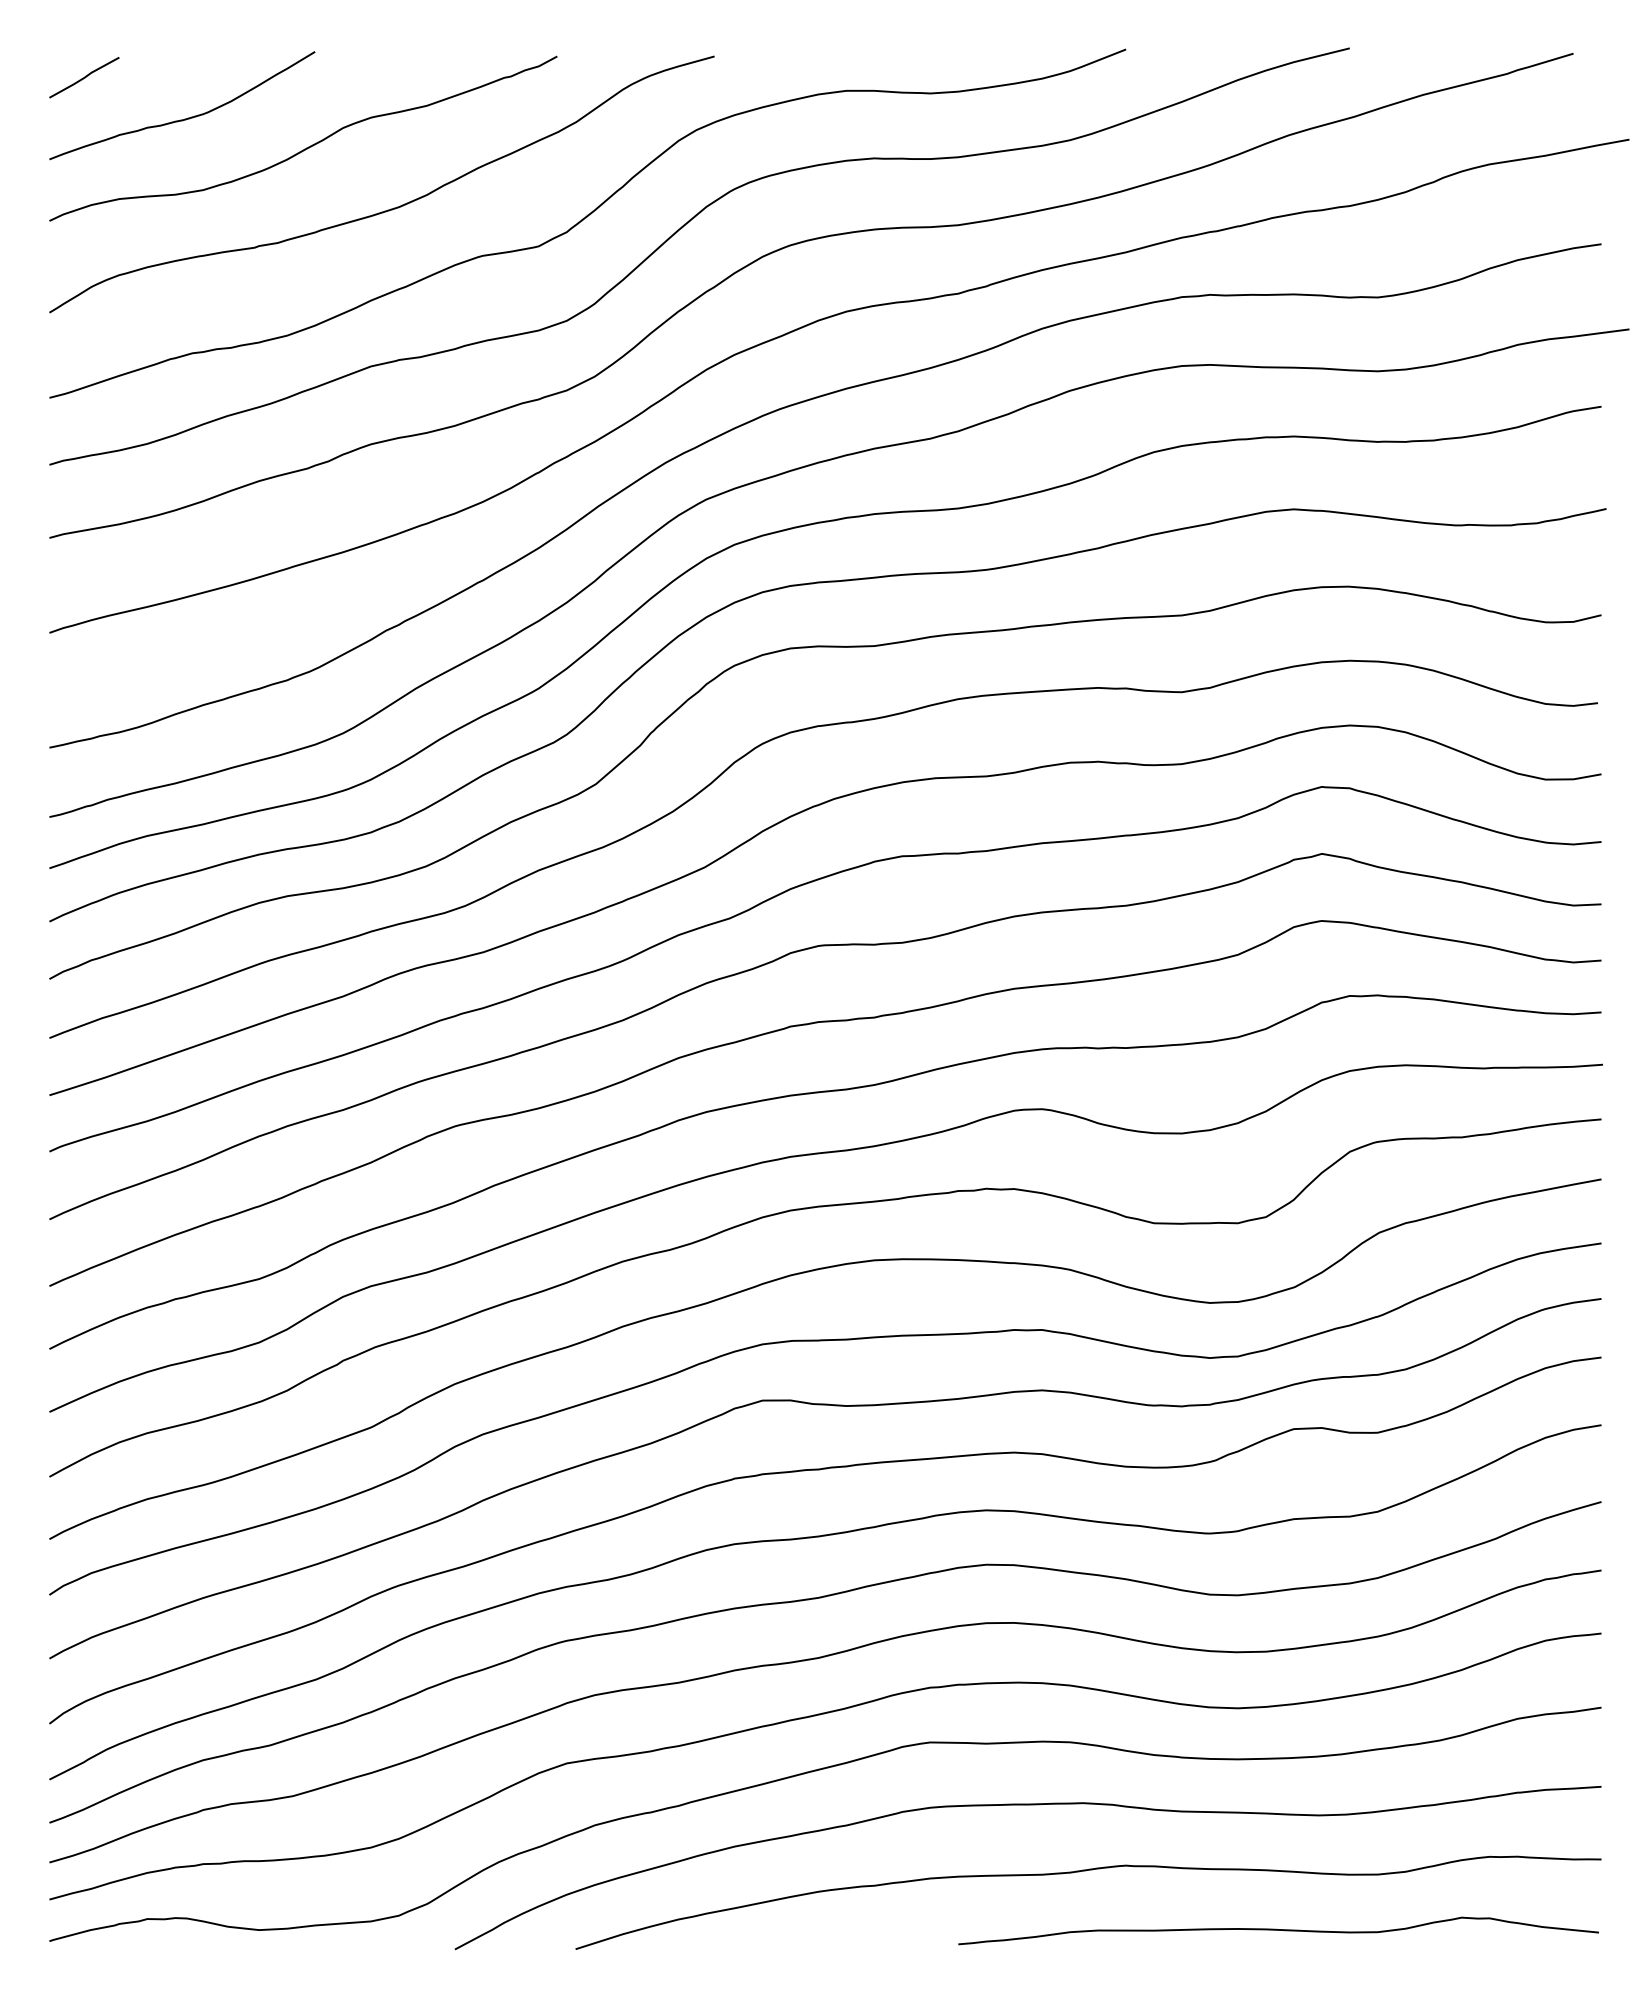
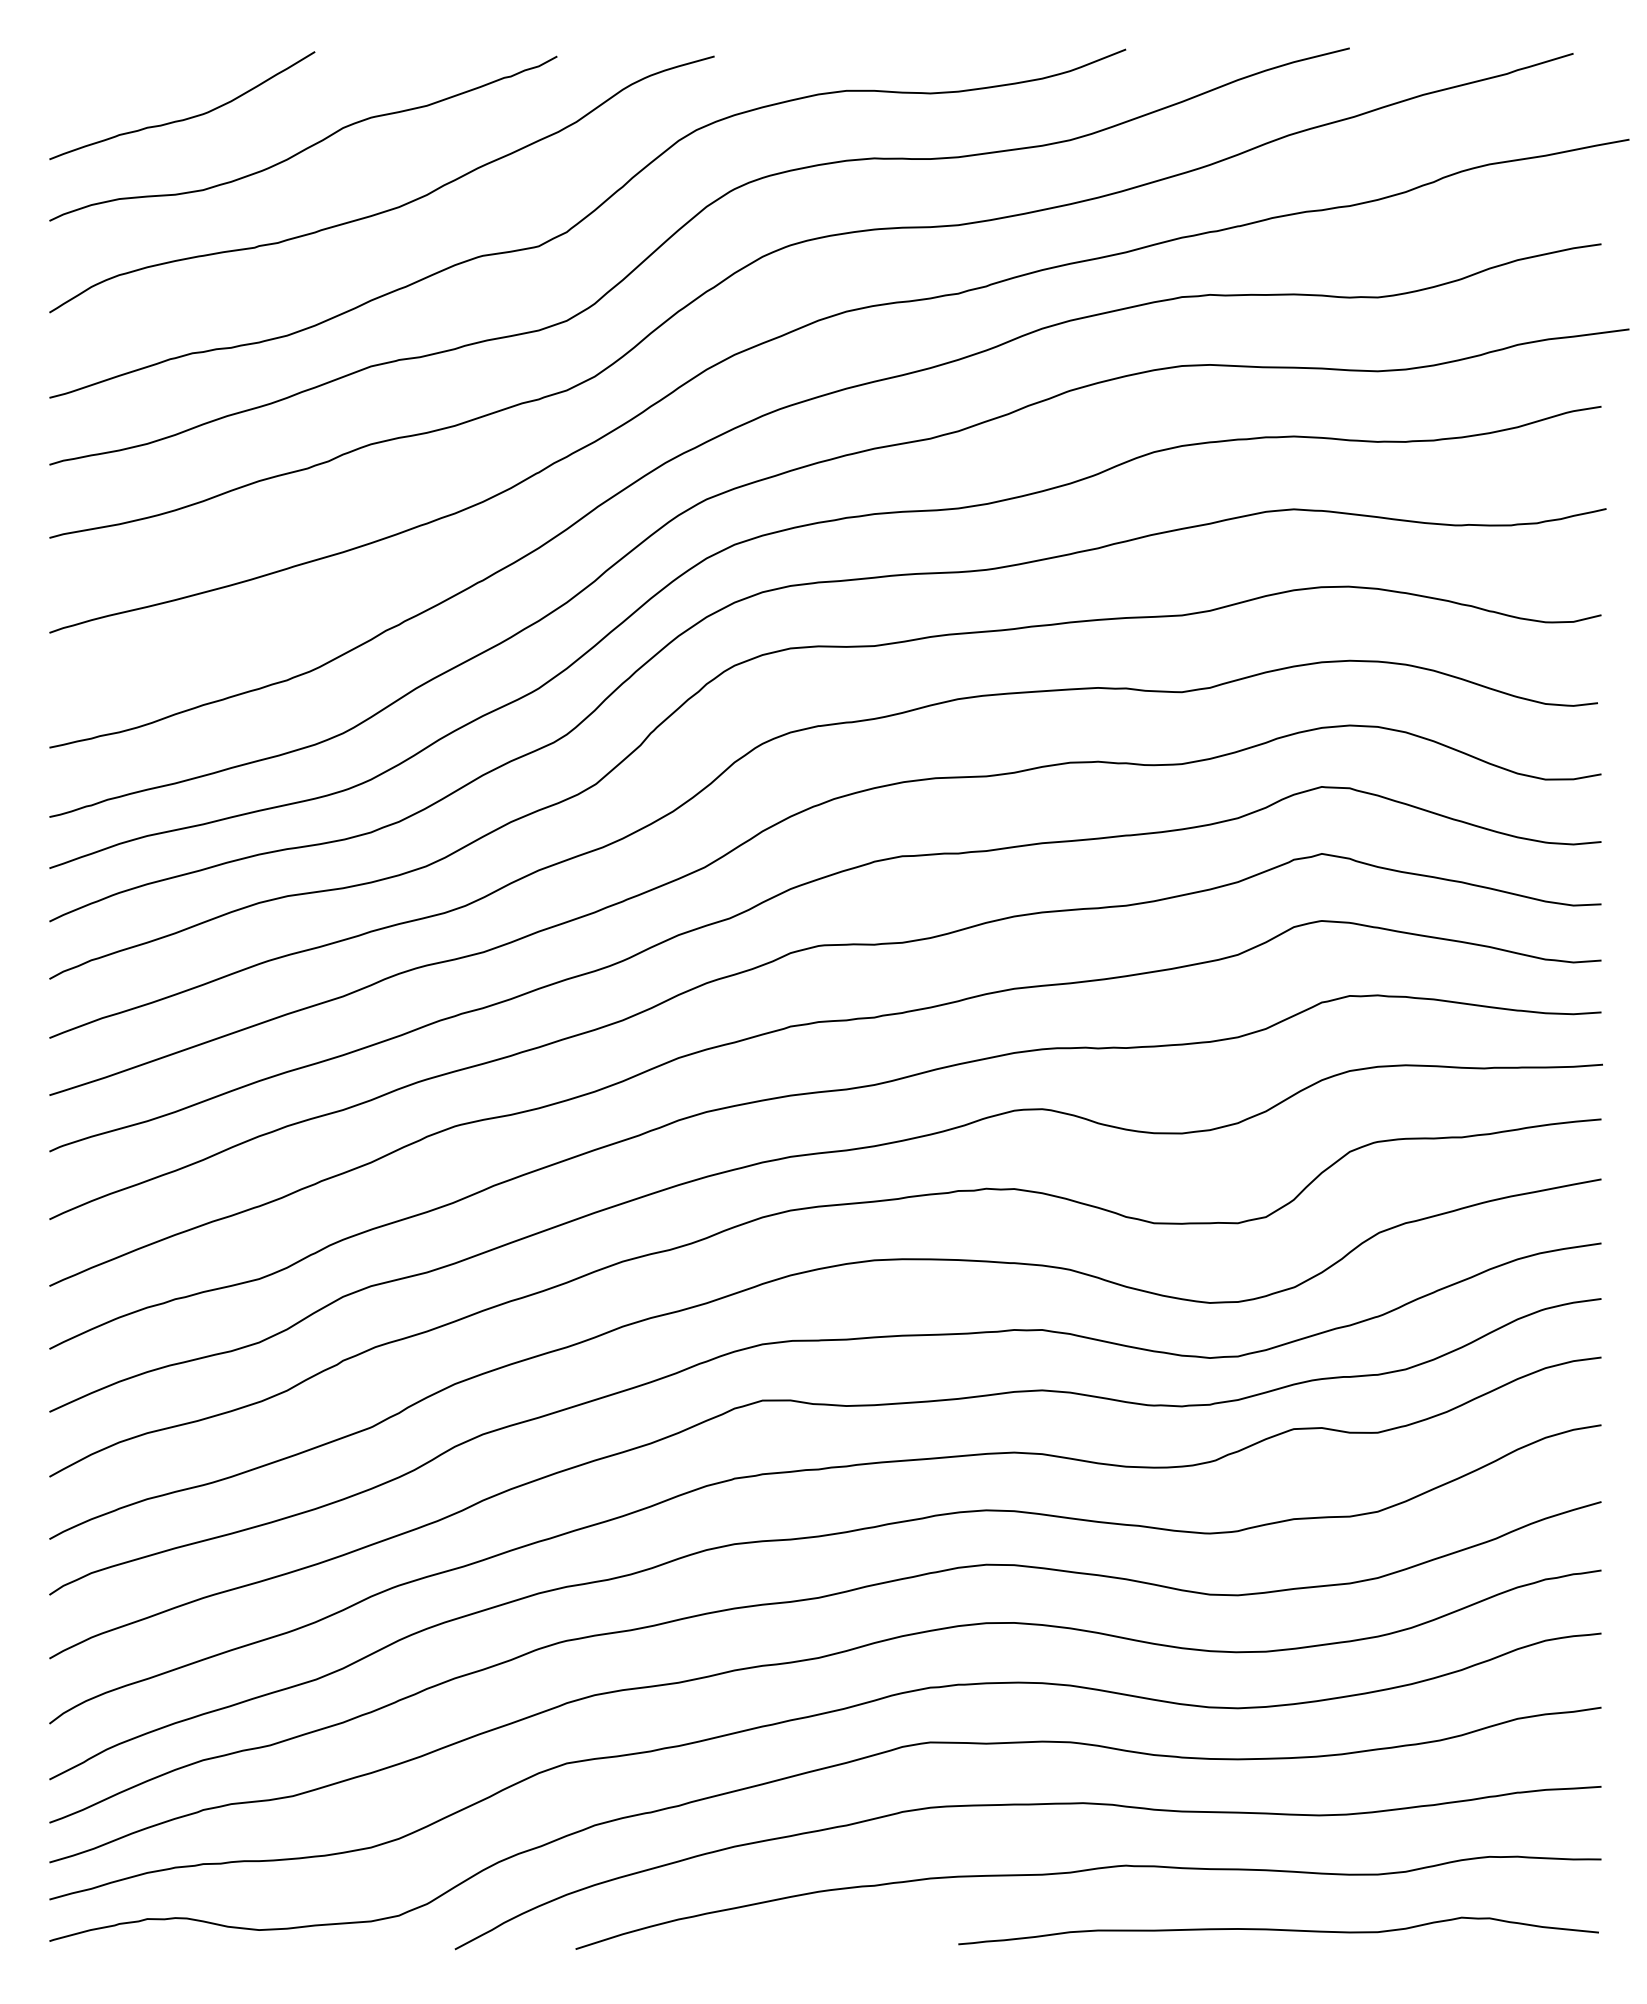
line at (84, 77): present -> none
